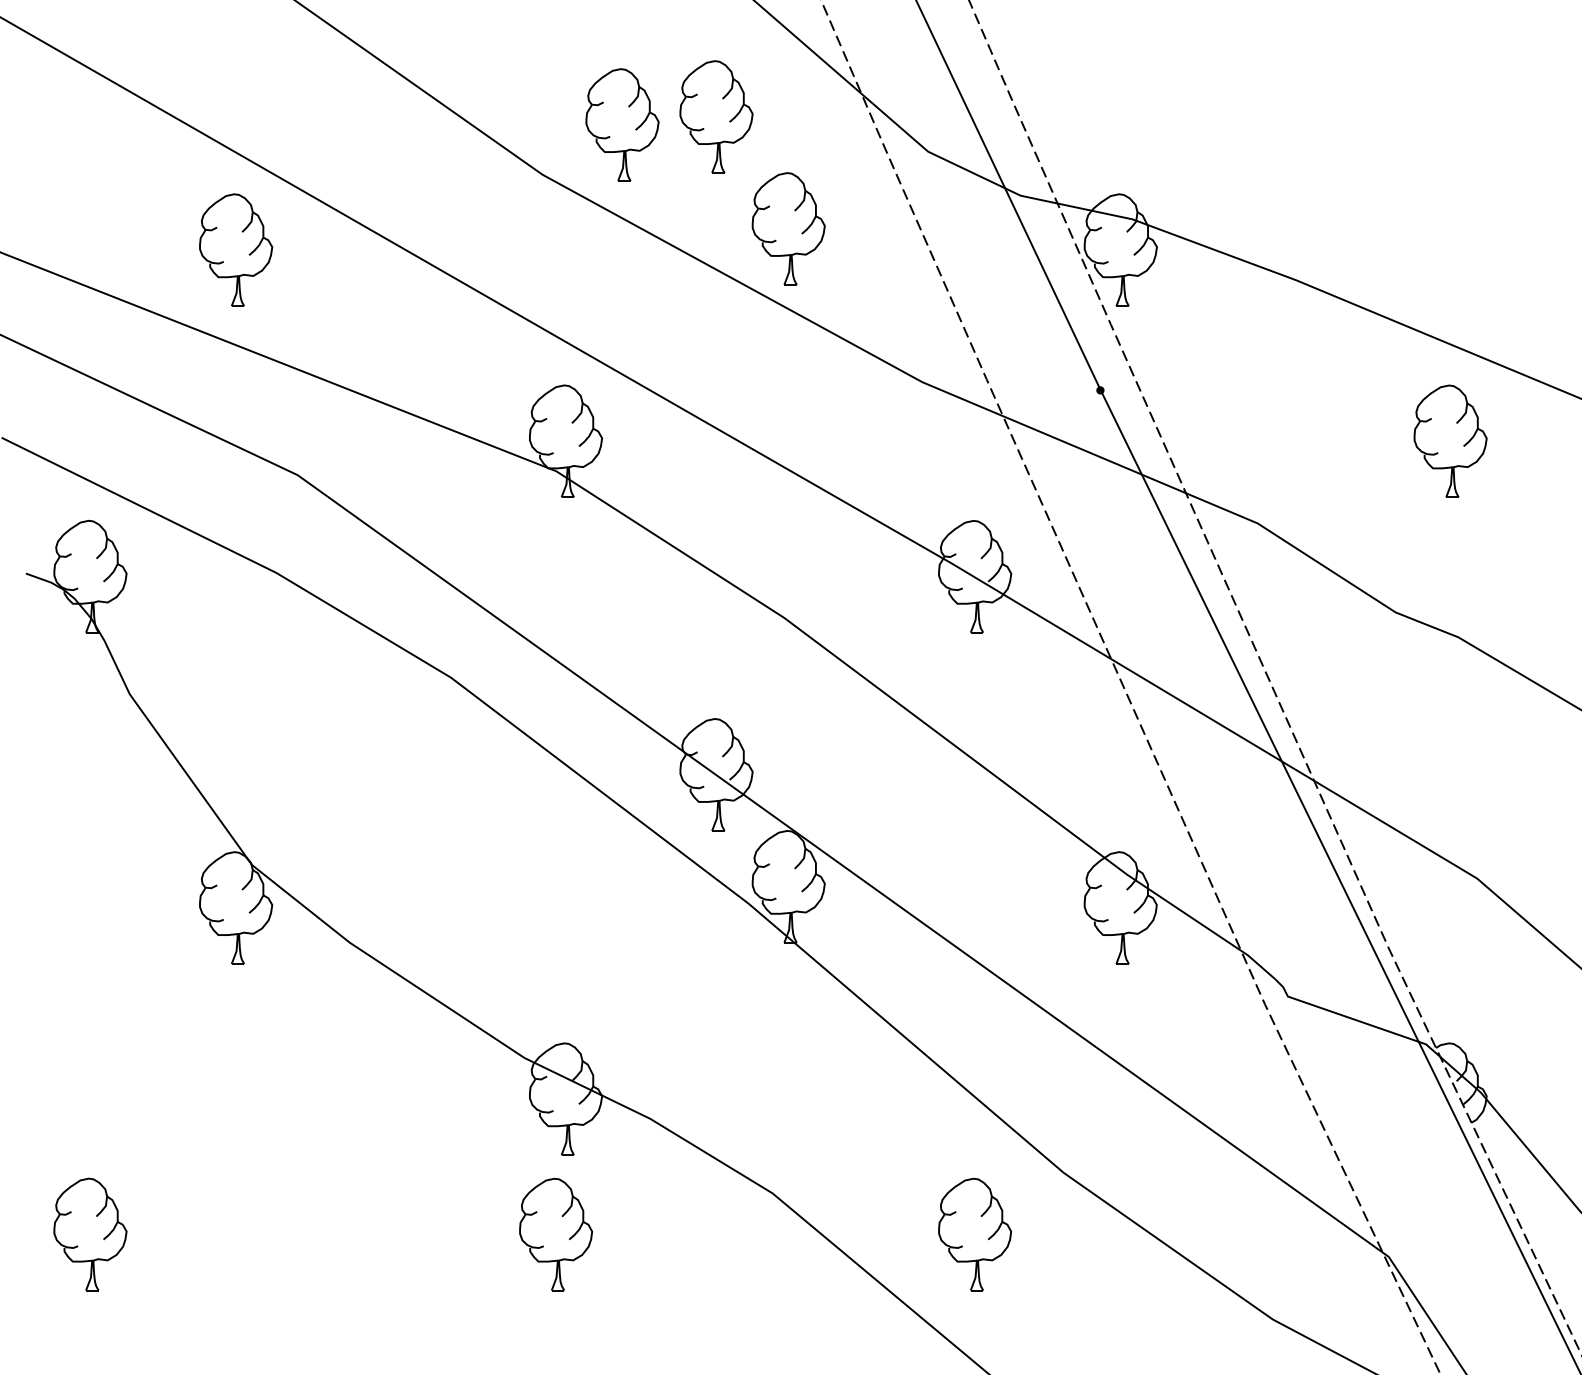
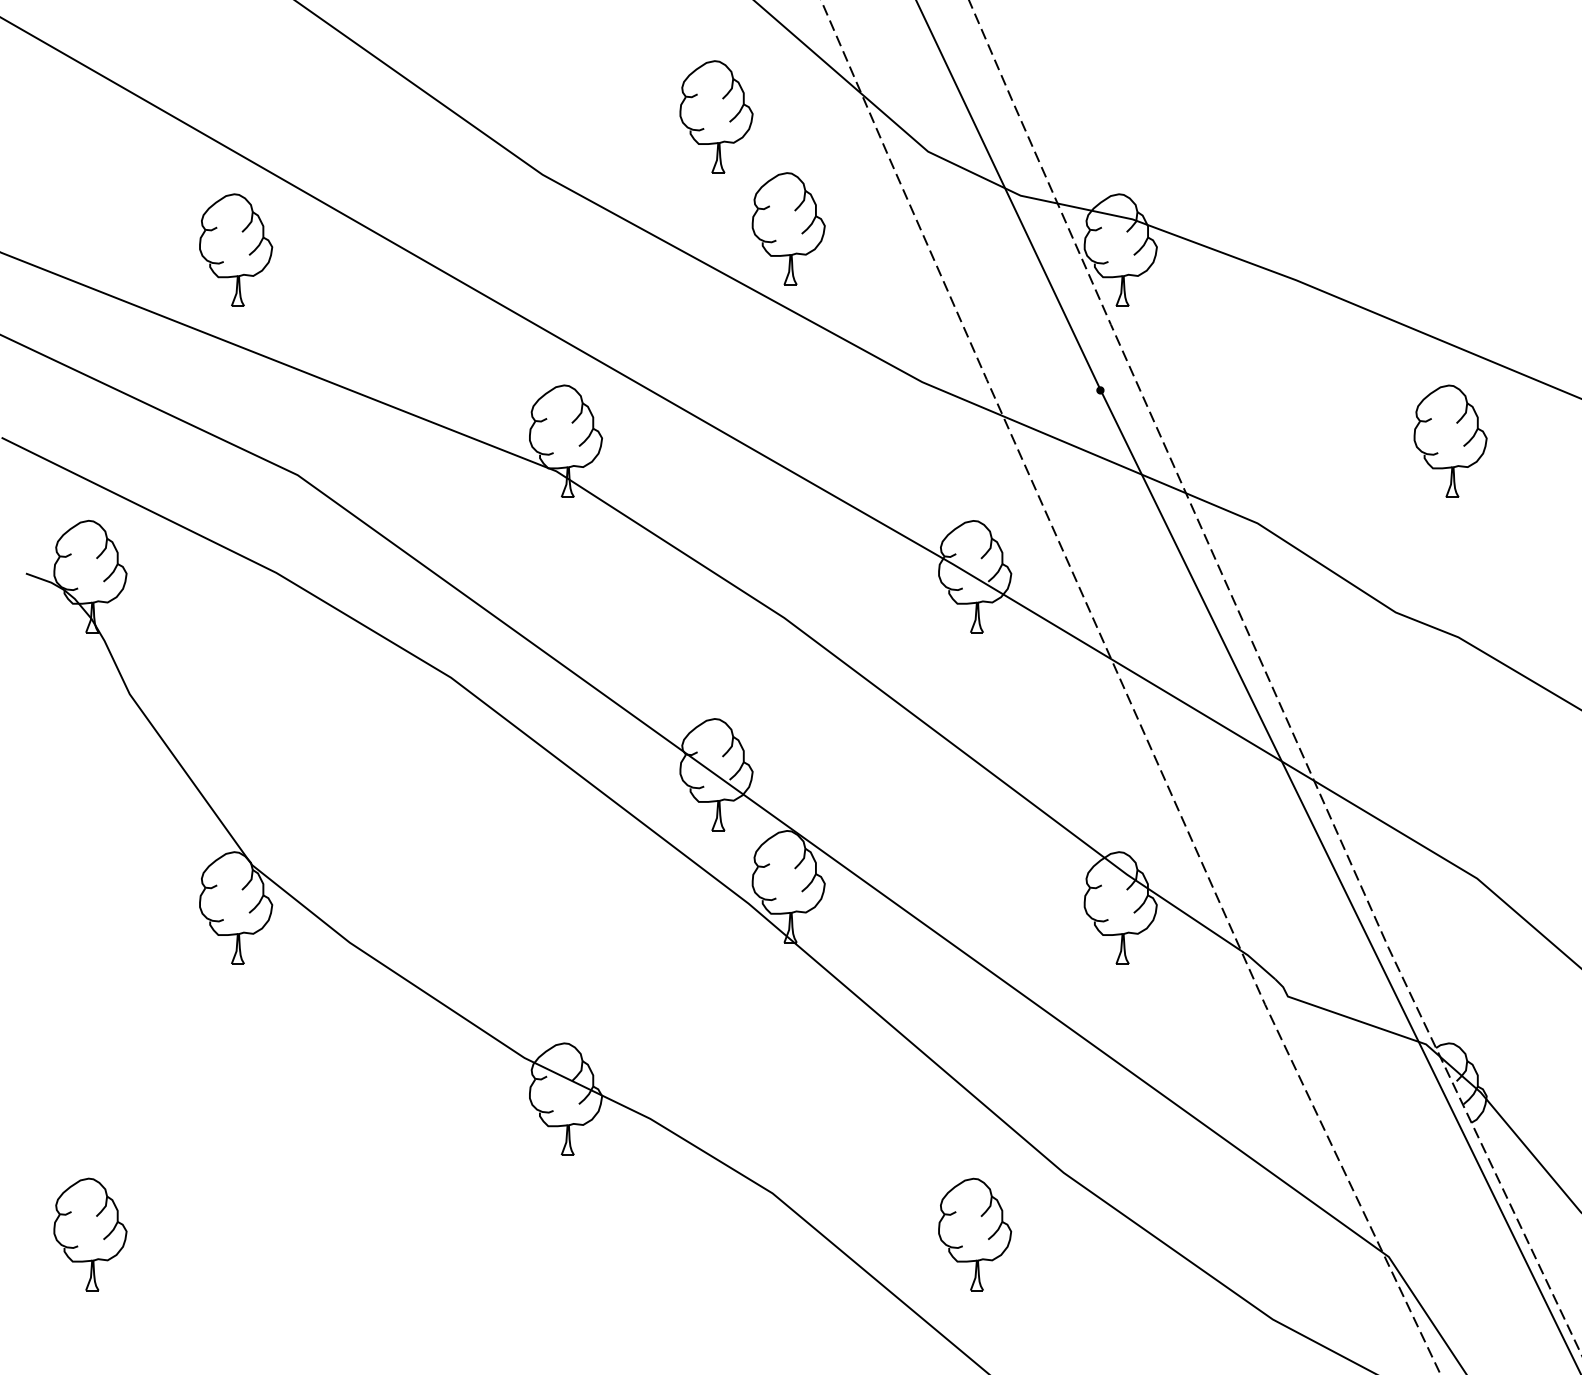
part at (622, 124): present -> none
part at (556, 1234): present -> none
